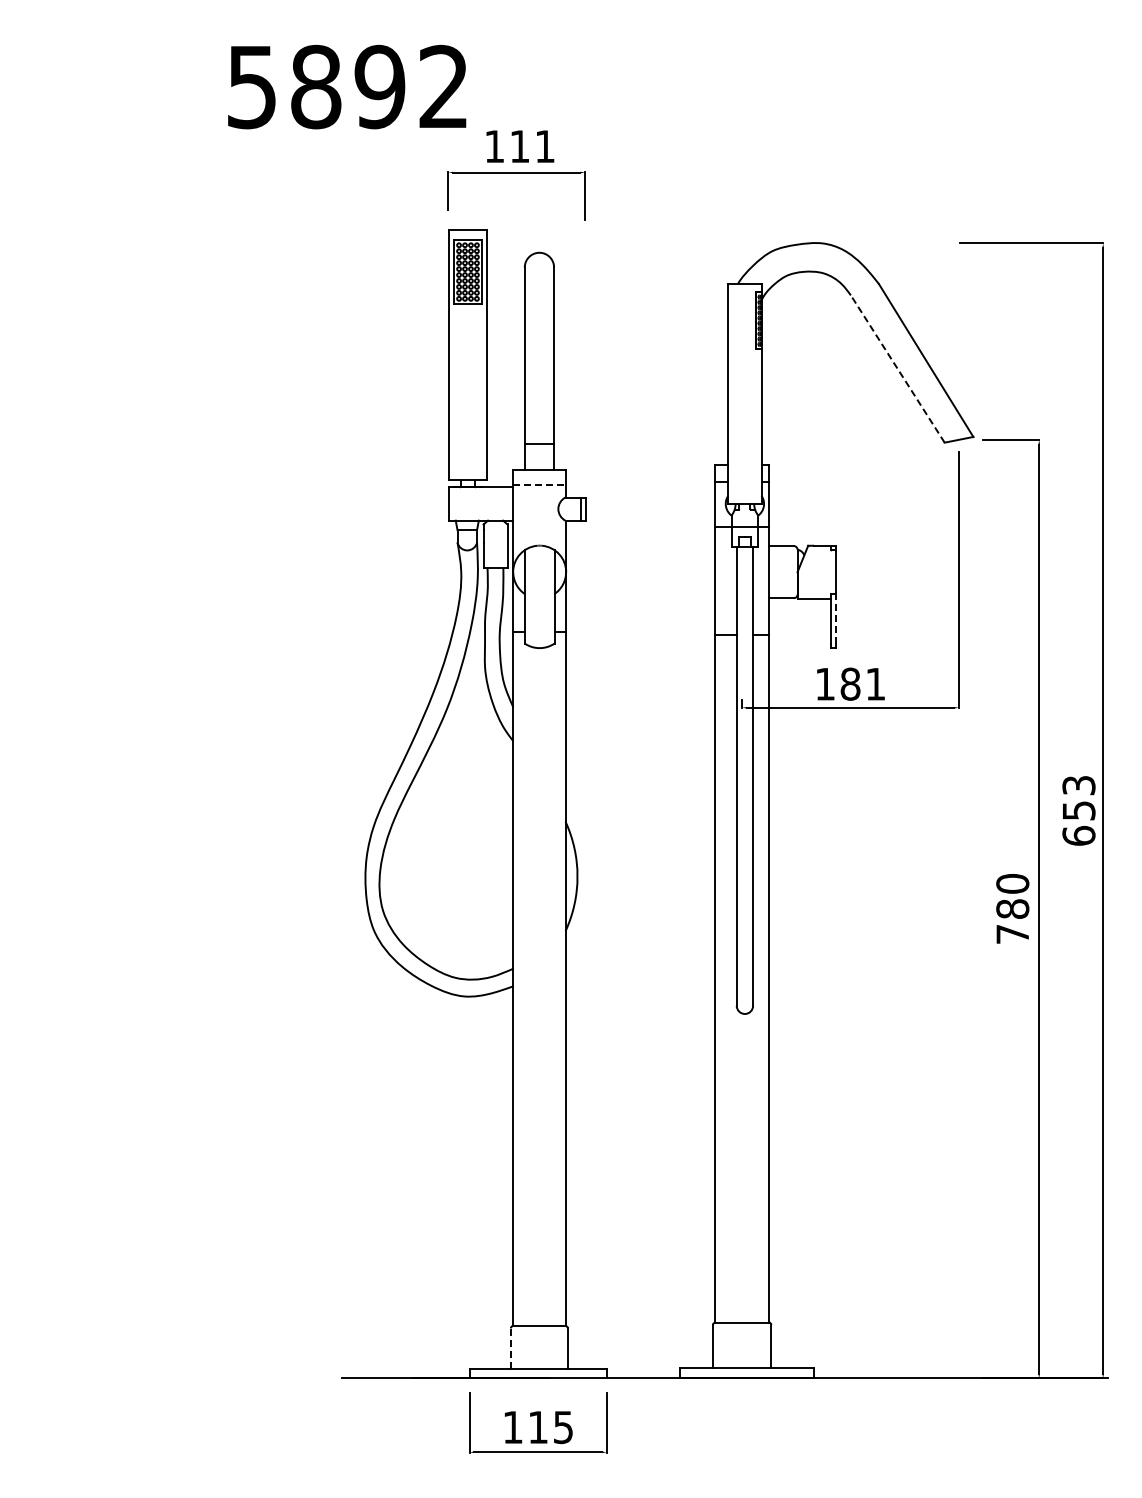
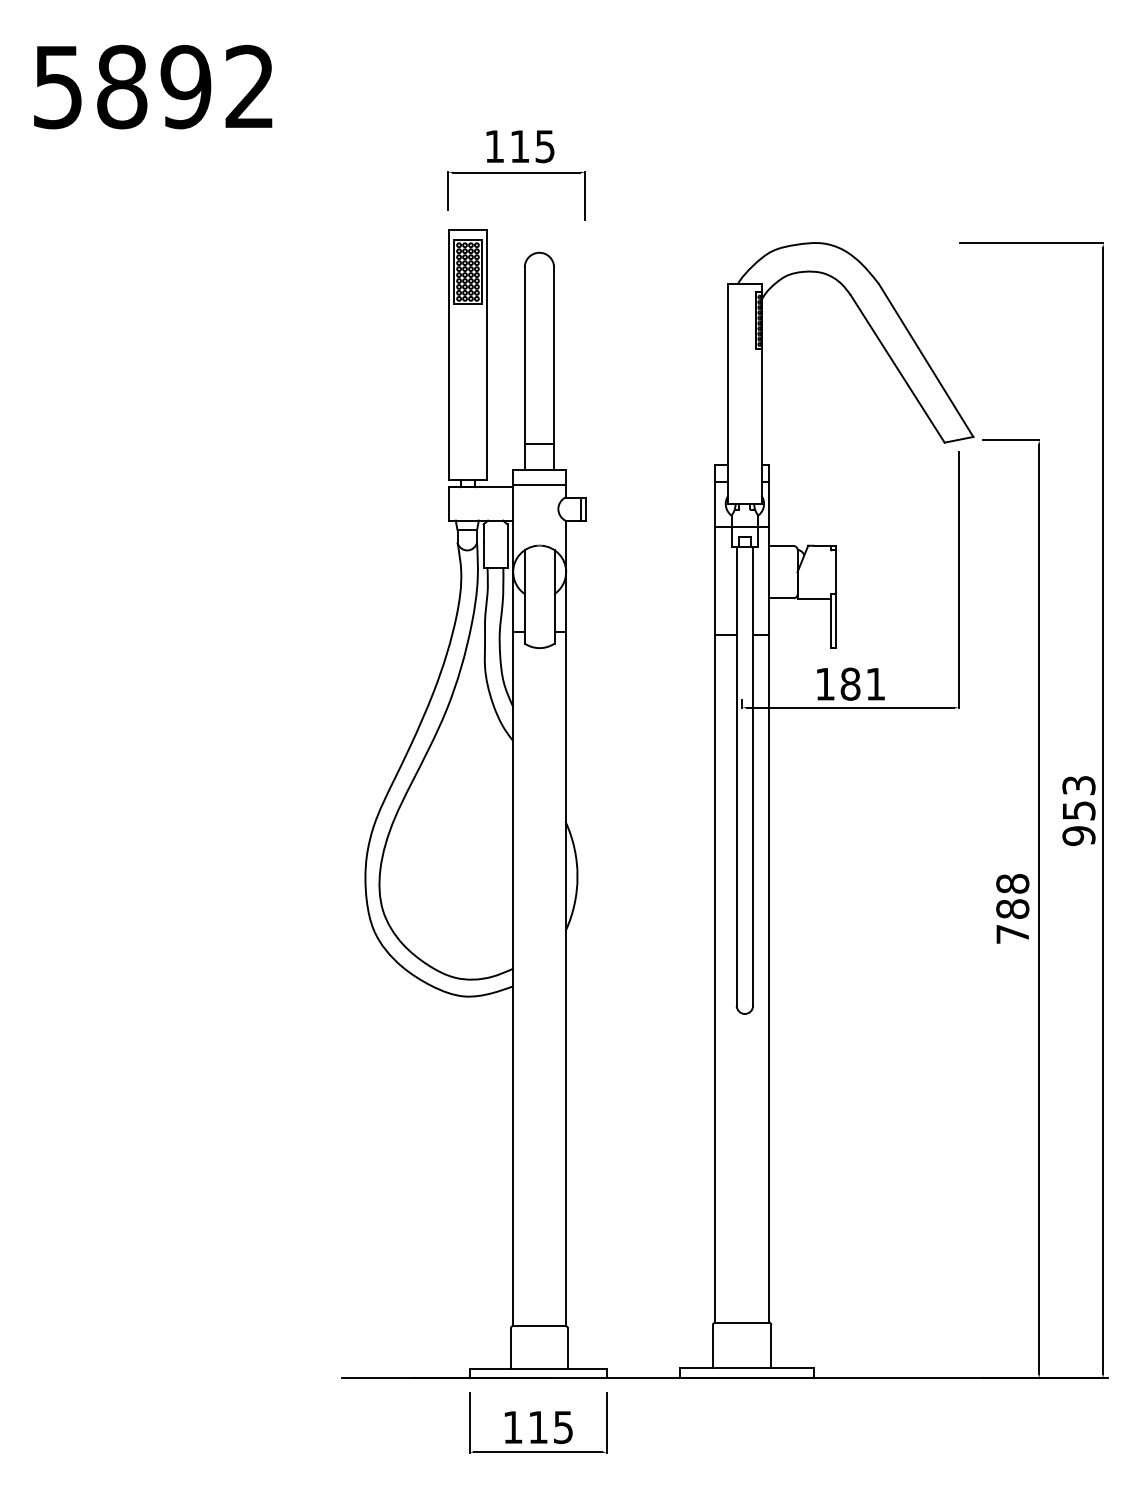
text at (347, 86) position: (347, 86) -> (153, 86)
text at (544, 146): 111 -> 115
line at (897, 368): dashed -> solid
line at (539, 485): dashed -> solid
line at (835, 617): dashed -> solid
text at (1078, 835): 653 -> 953
text at (1012, 883): 780 -> 788
line at (510, 1348): dashed -> solid
